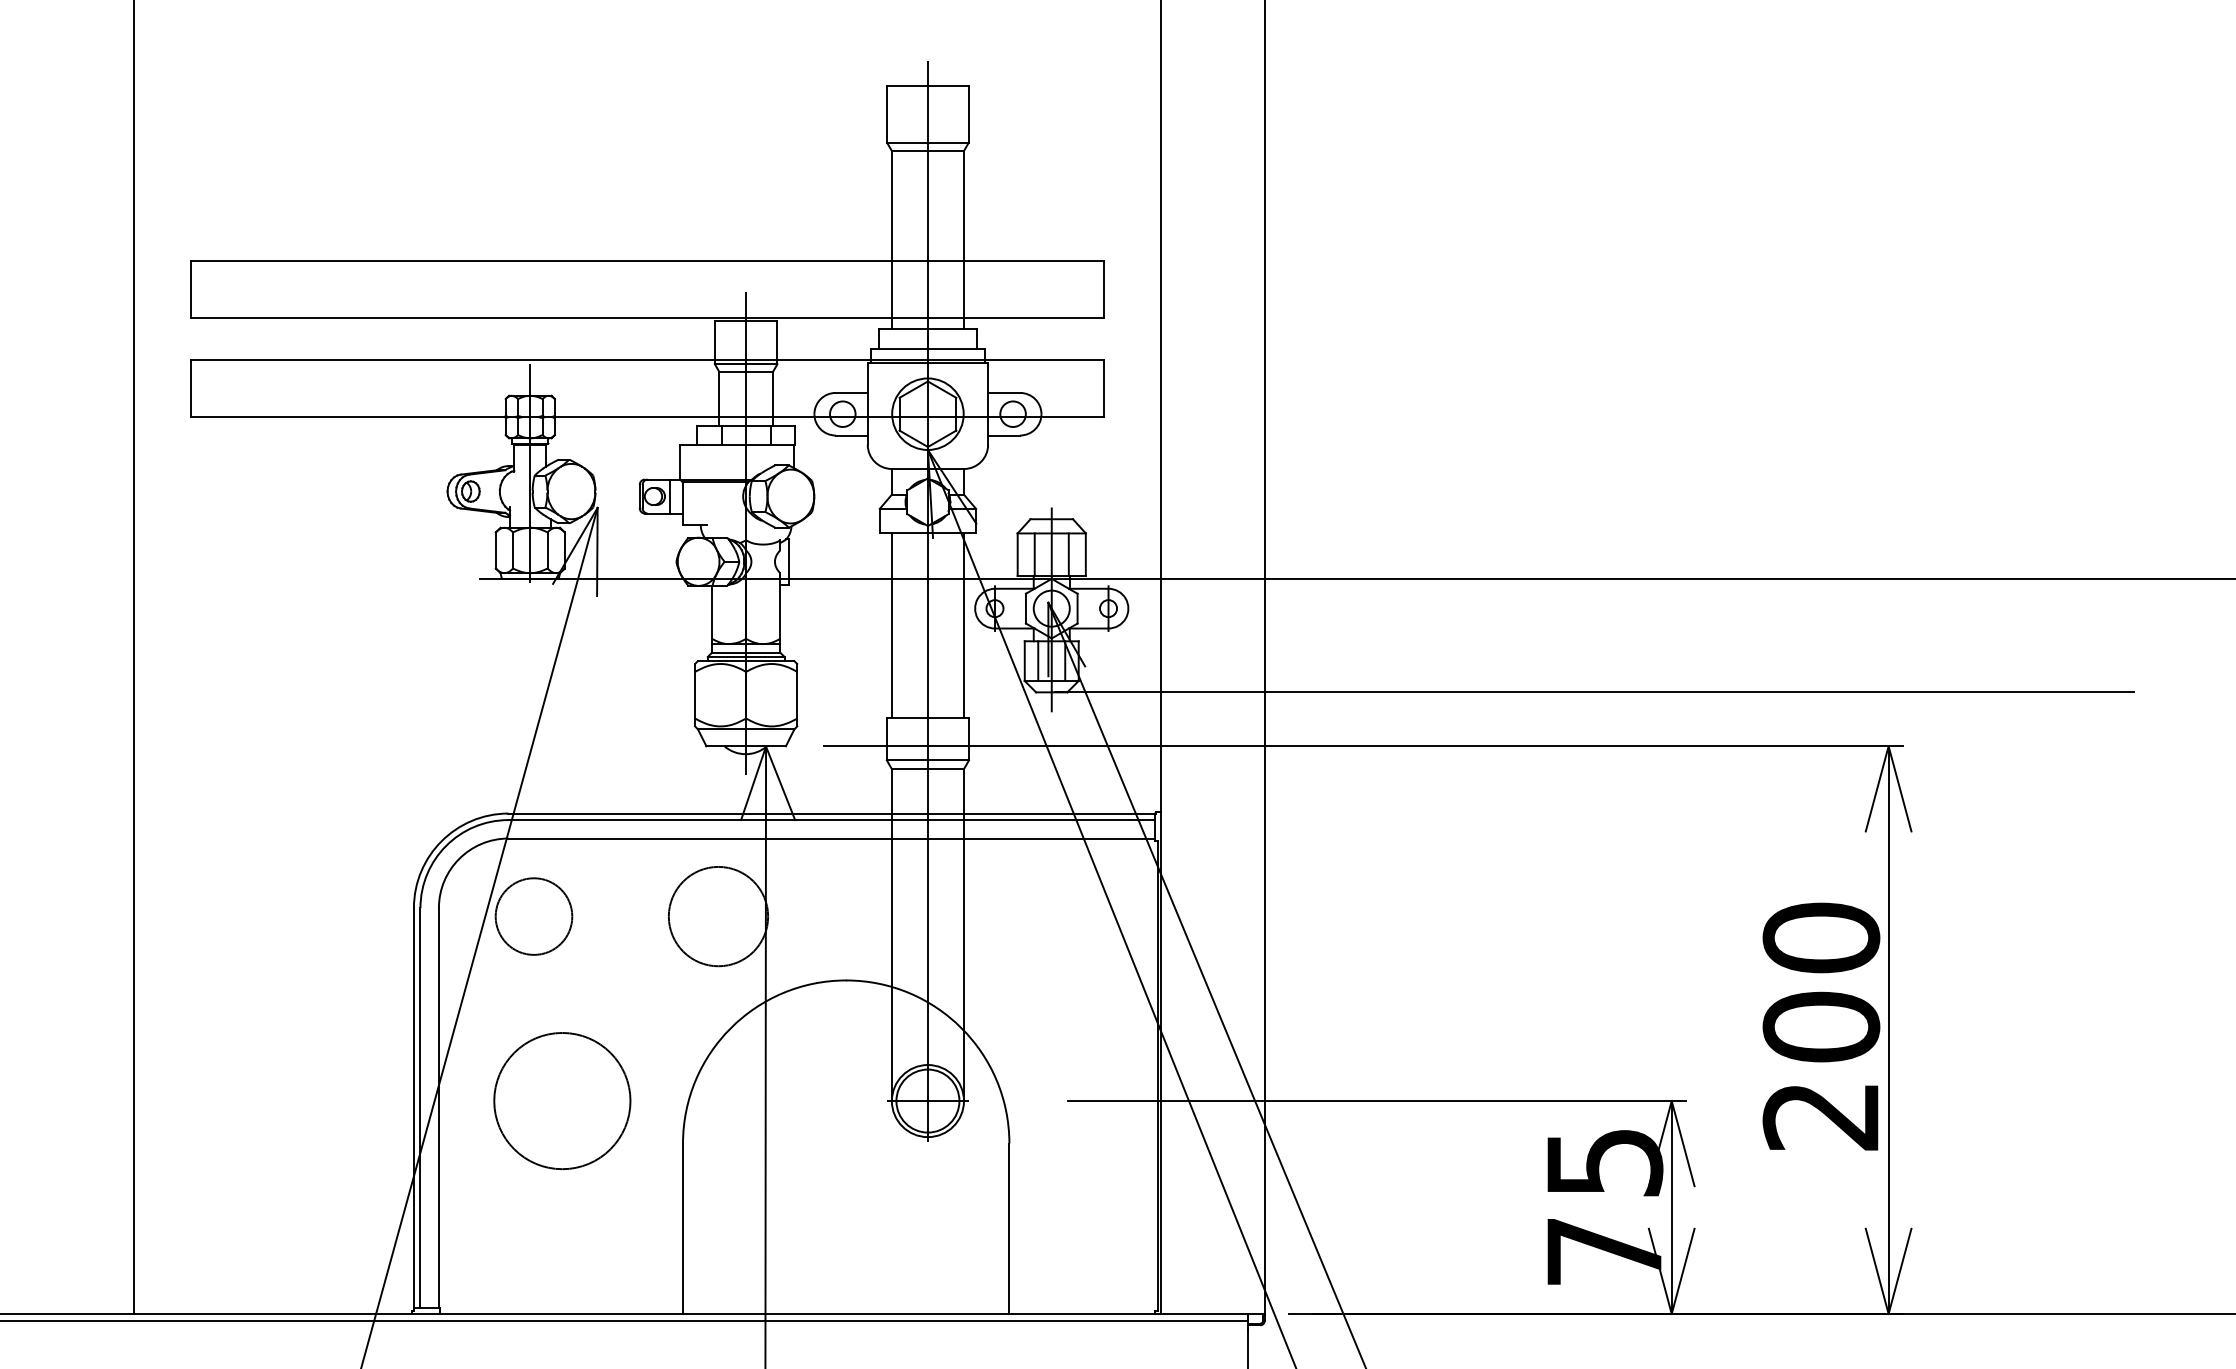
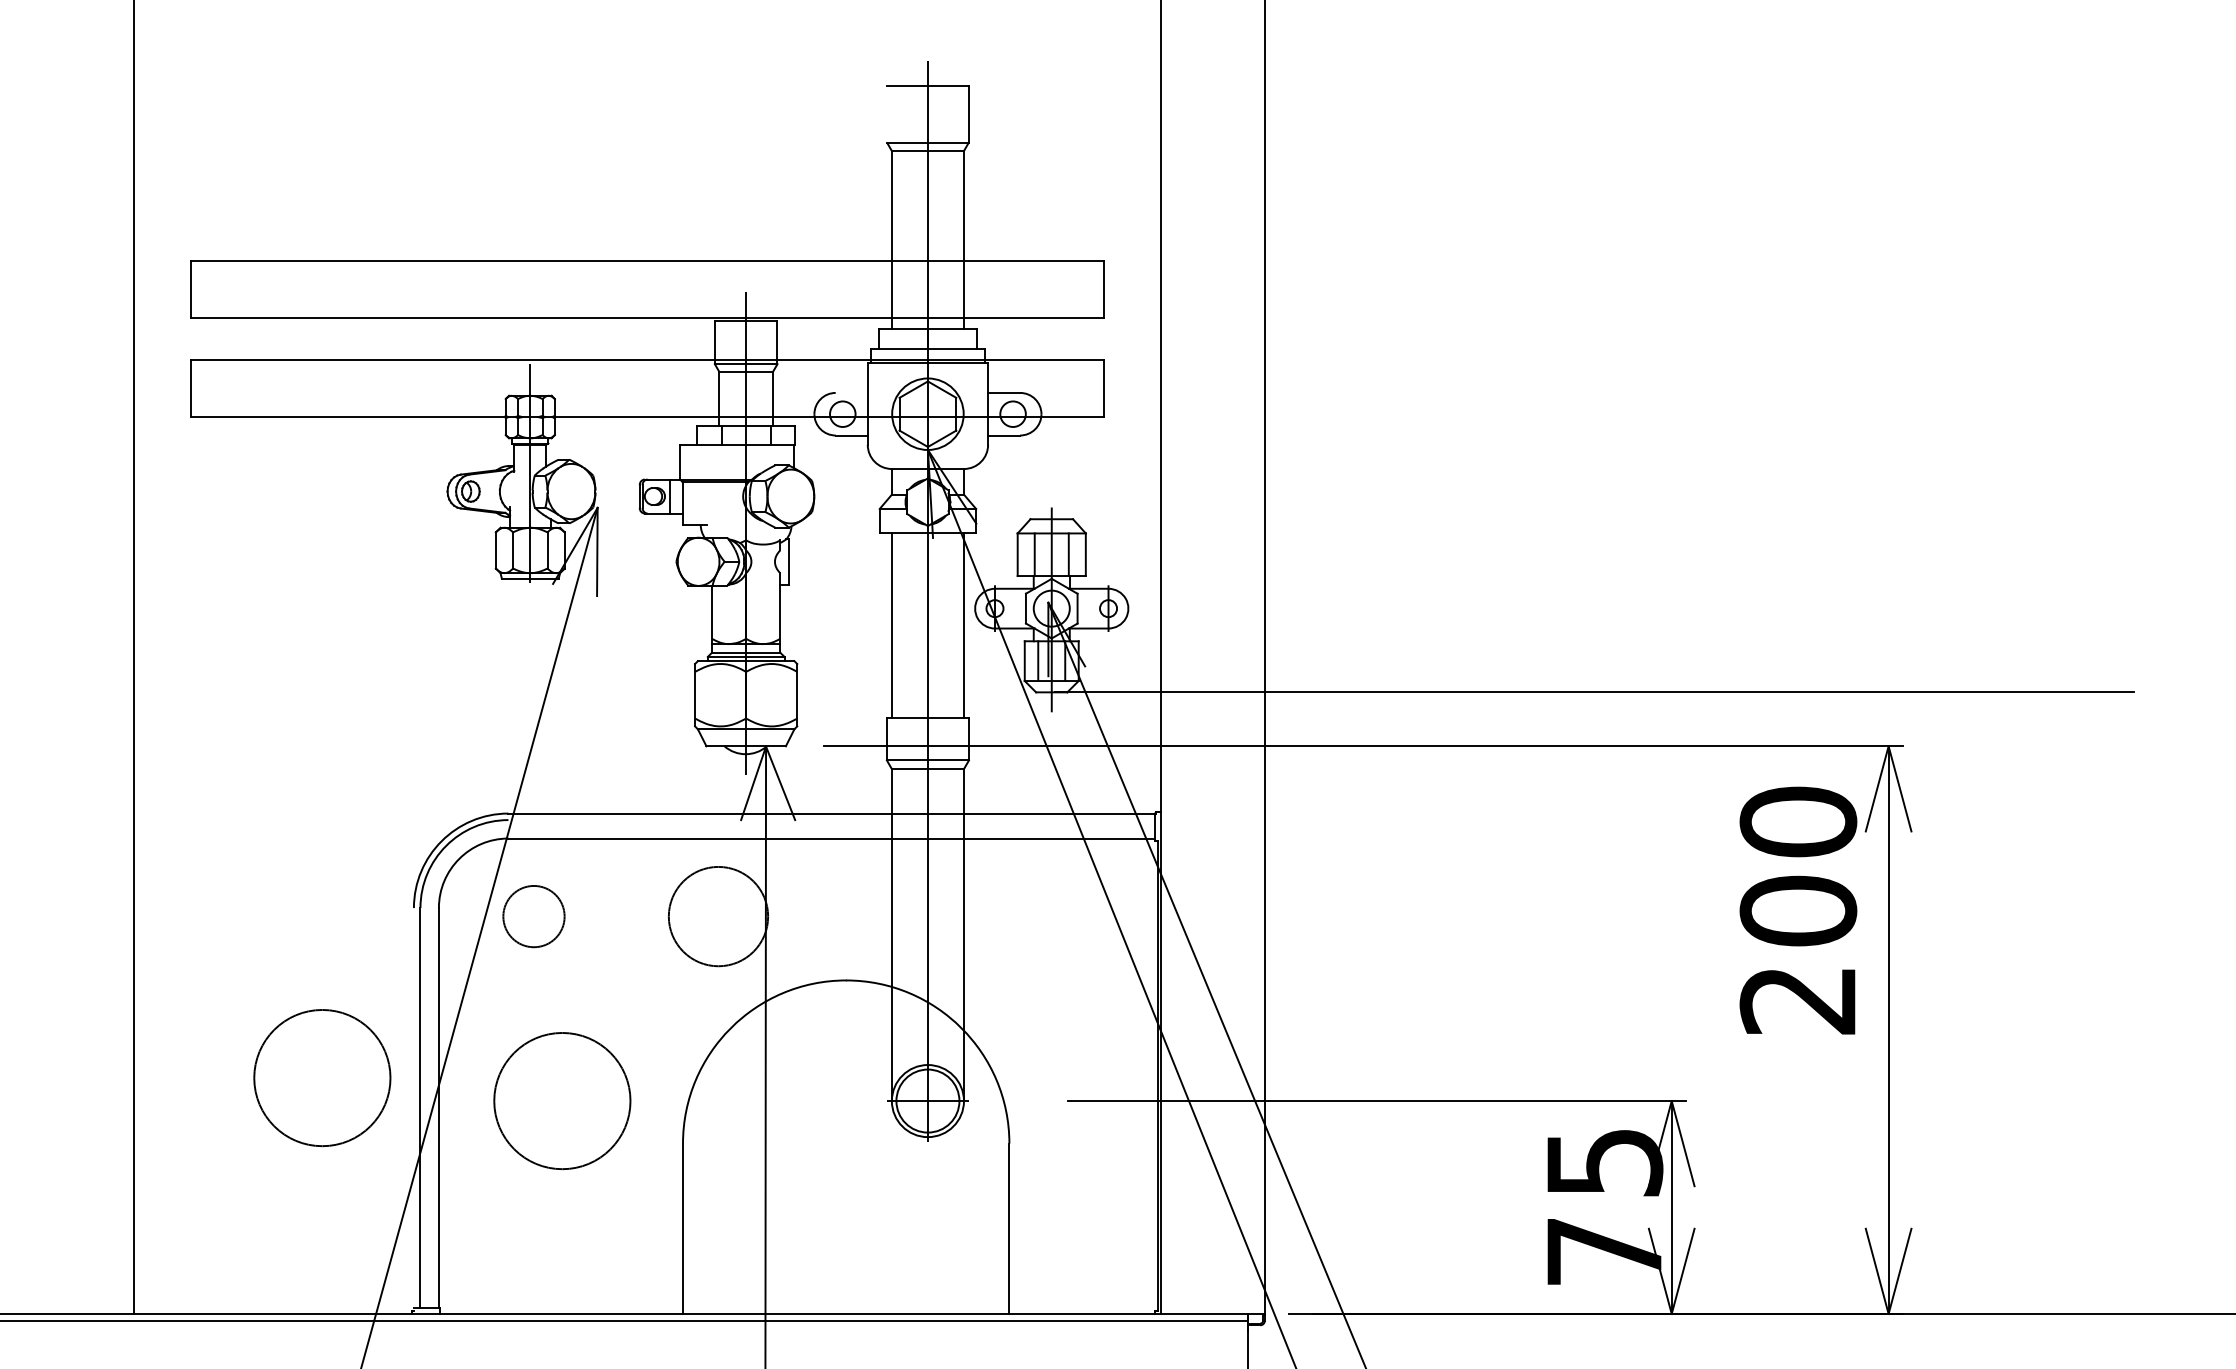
line at (887, 114): present -> none
line at (851, 392): present -> none
line at (1355, 578): present -> none
line at (831, 820): present -> none
circle at (533, 916) diameter: 77 px -> 61 px
text at (1821, 1026) position: (1821, 1026) -> (1798, 910)
circle at (322, 1078): none -> present
line at (413, 1109): present -> none
